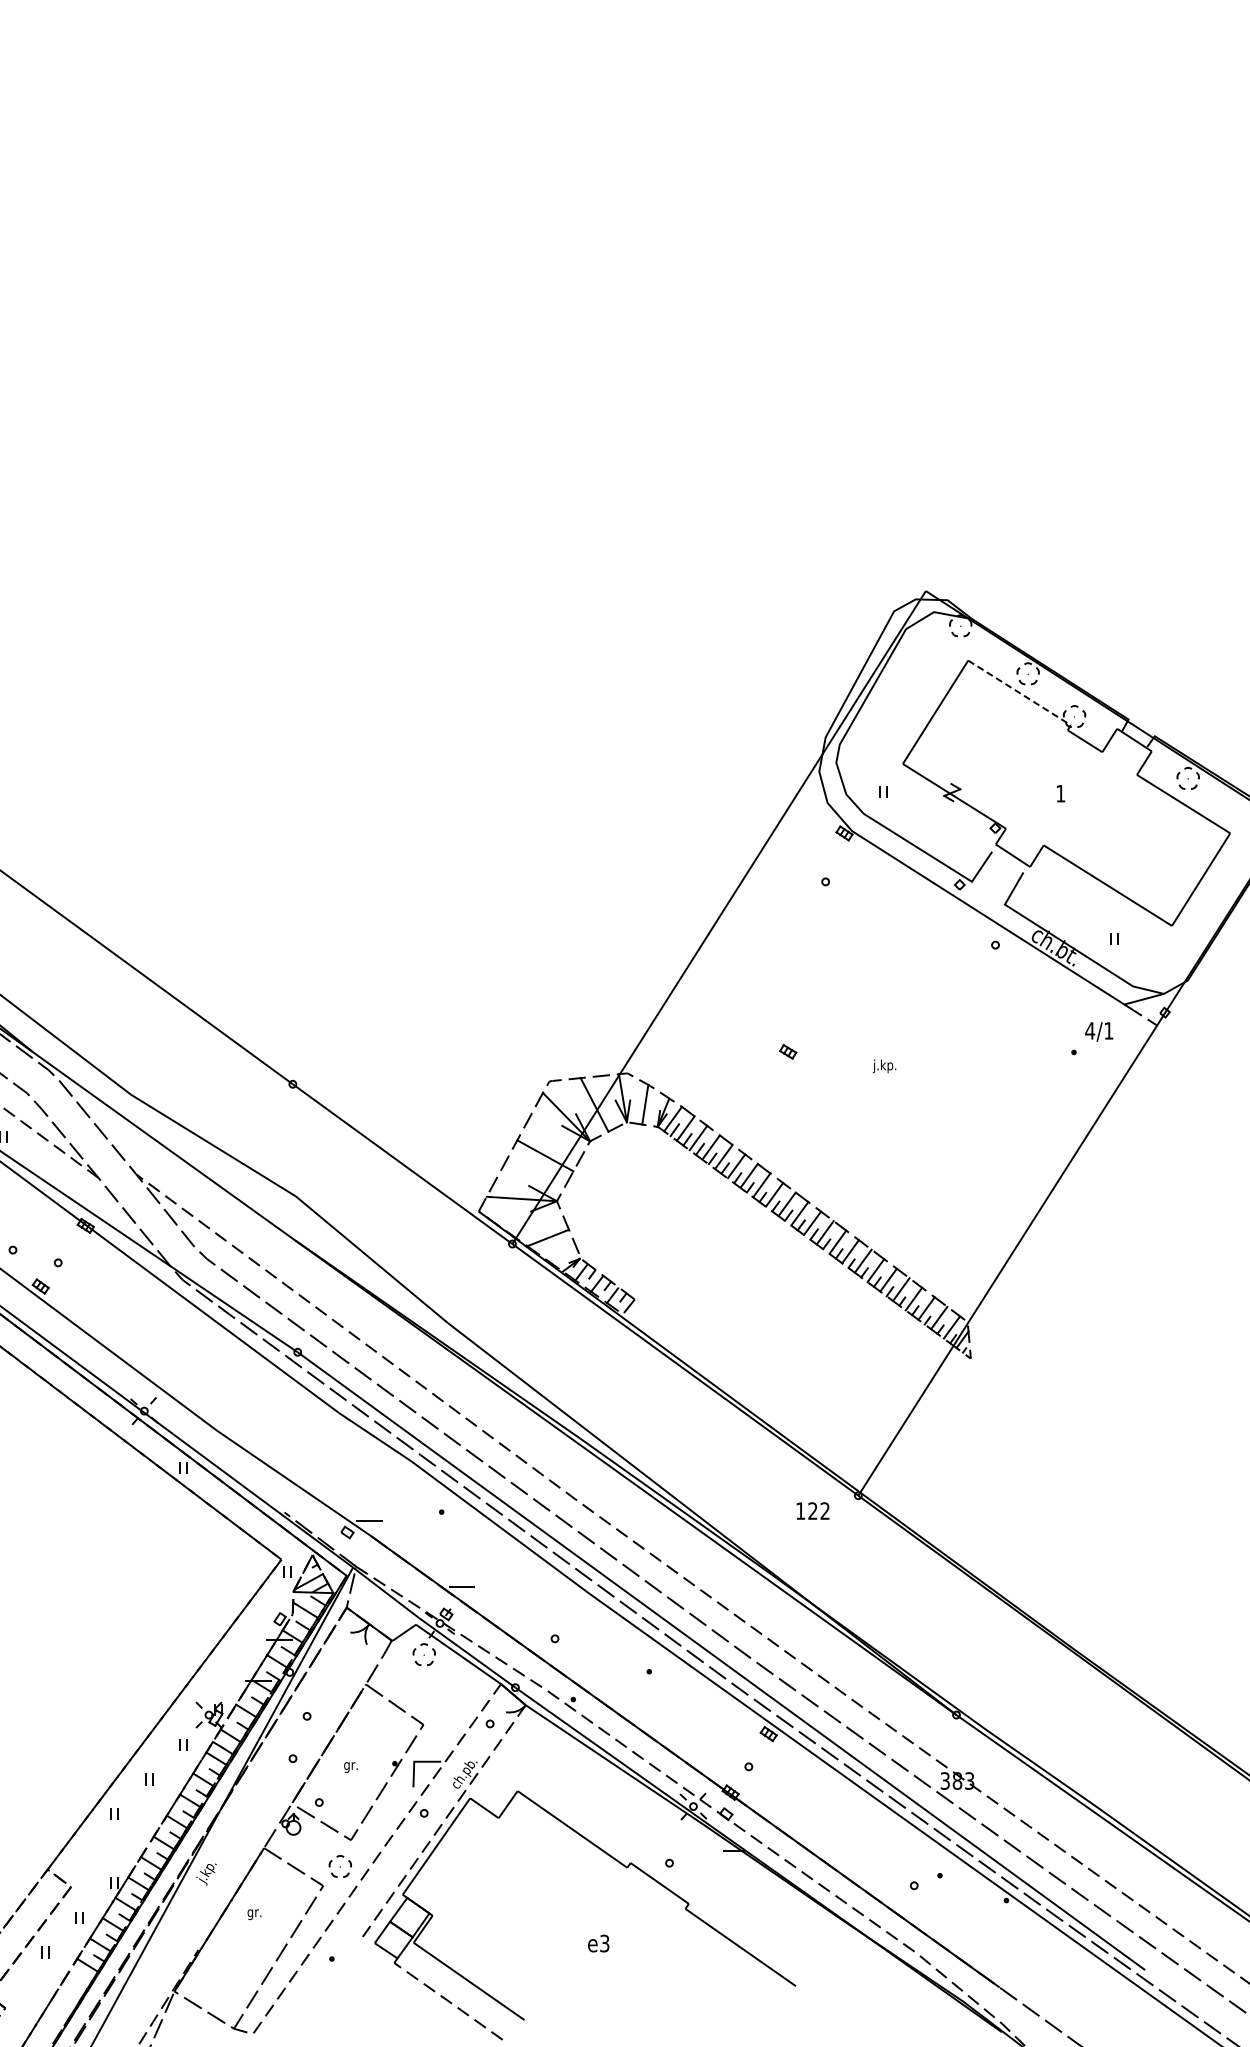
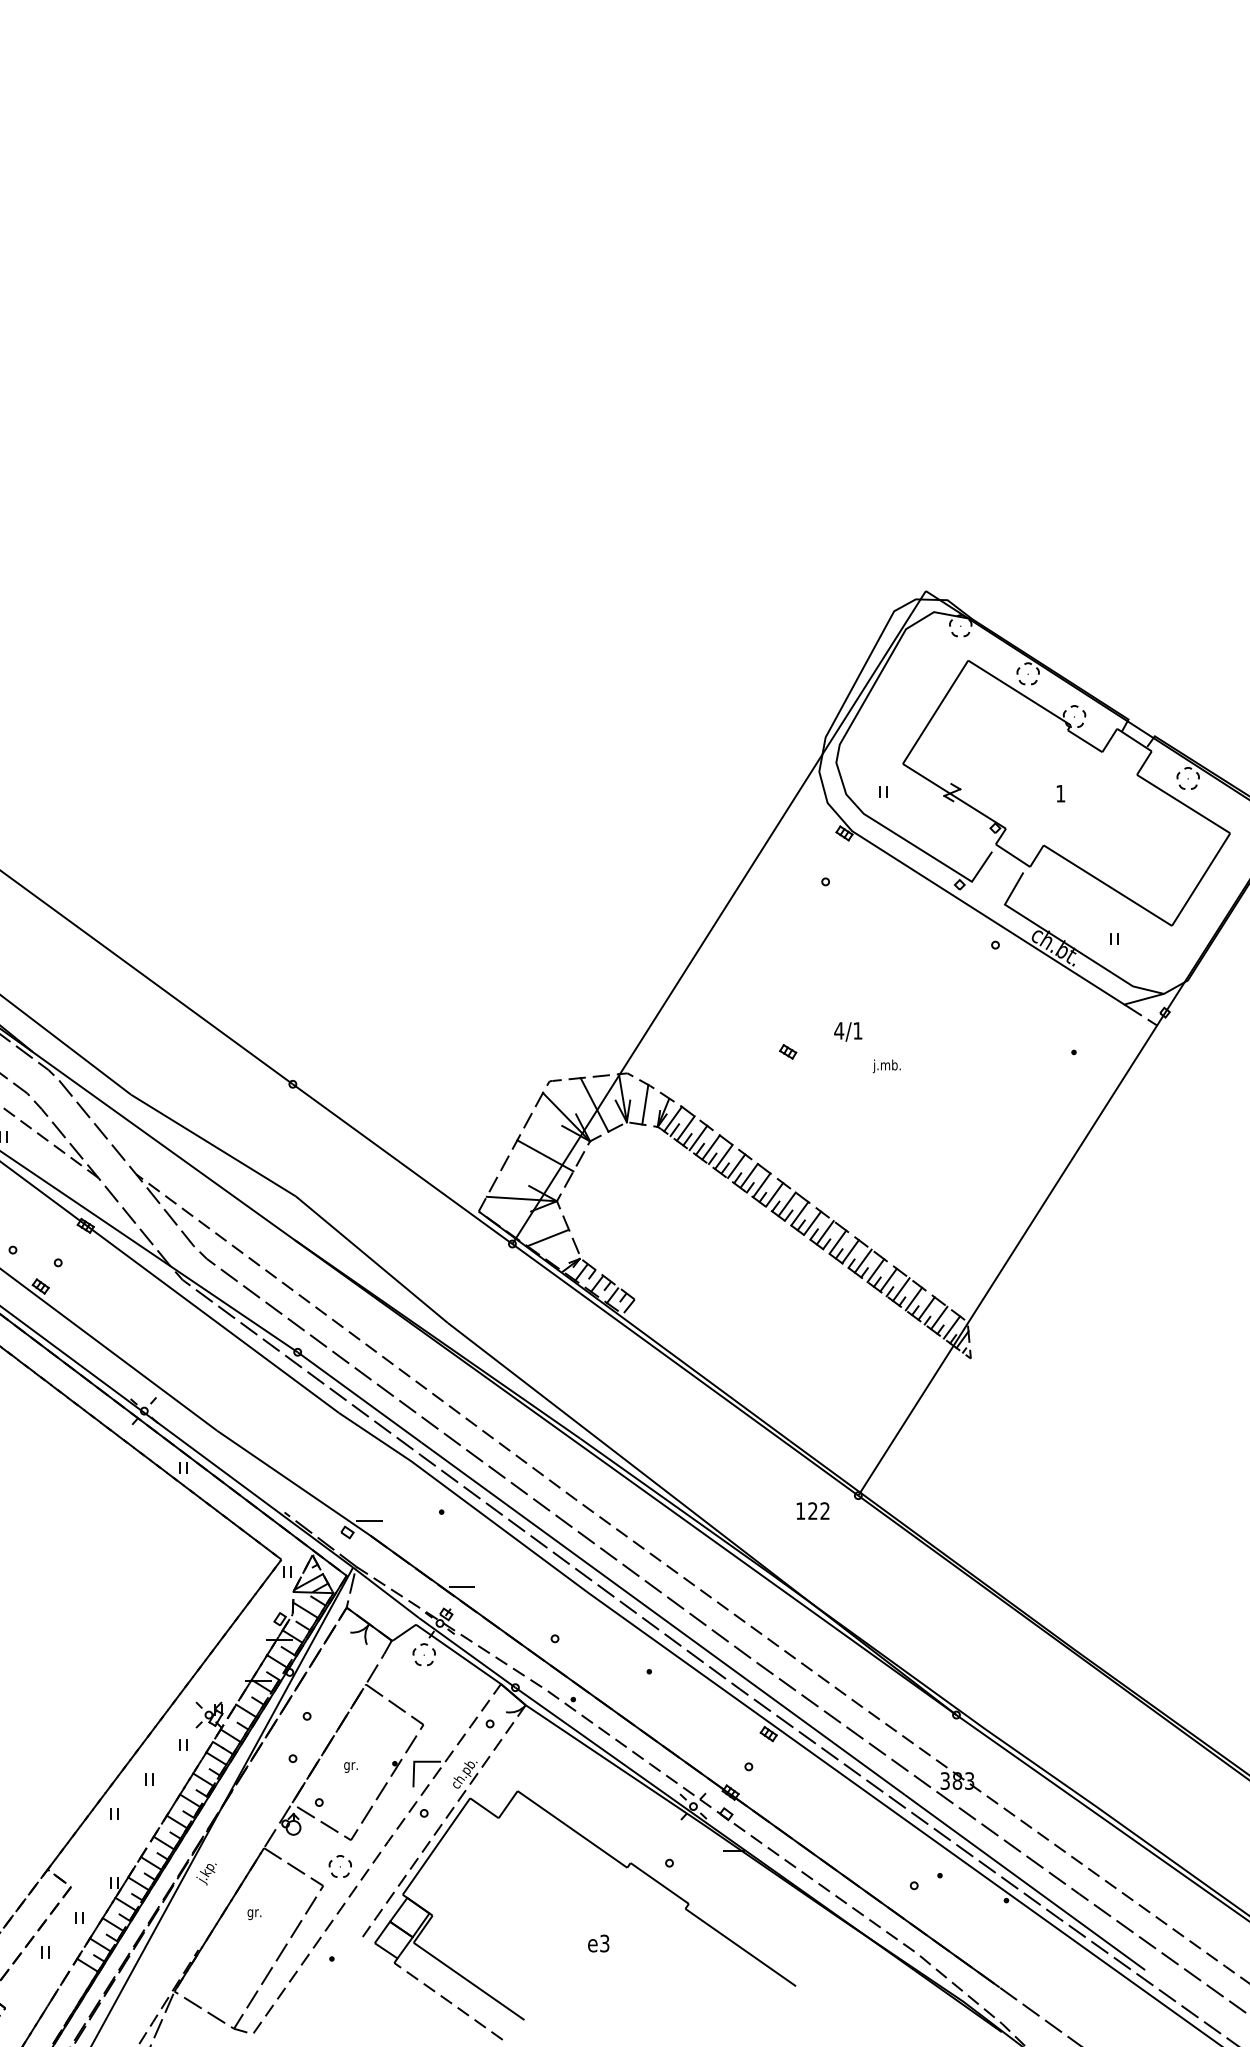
line at (1019, 692): dashed -> solid
text at (1099, 1031) position: (1099, 1031) -> (848, 1031)
text at (890, 1066): j.kp. -> j.mb.
